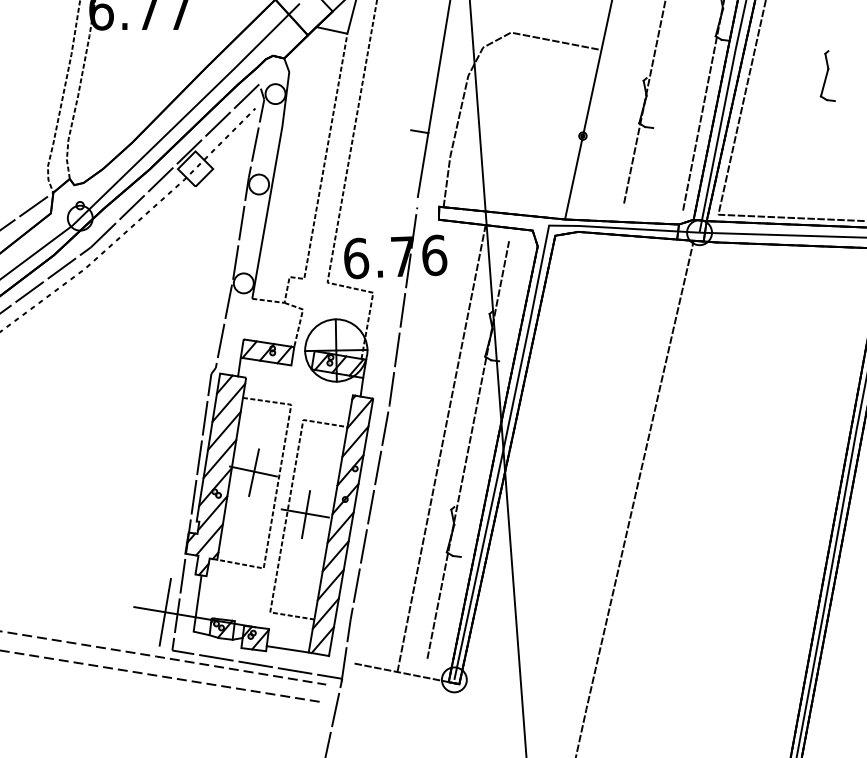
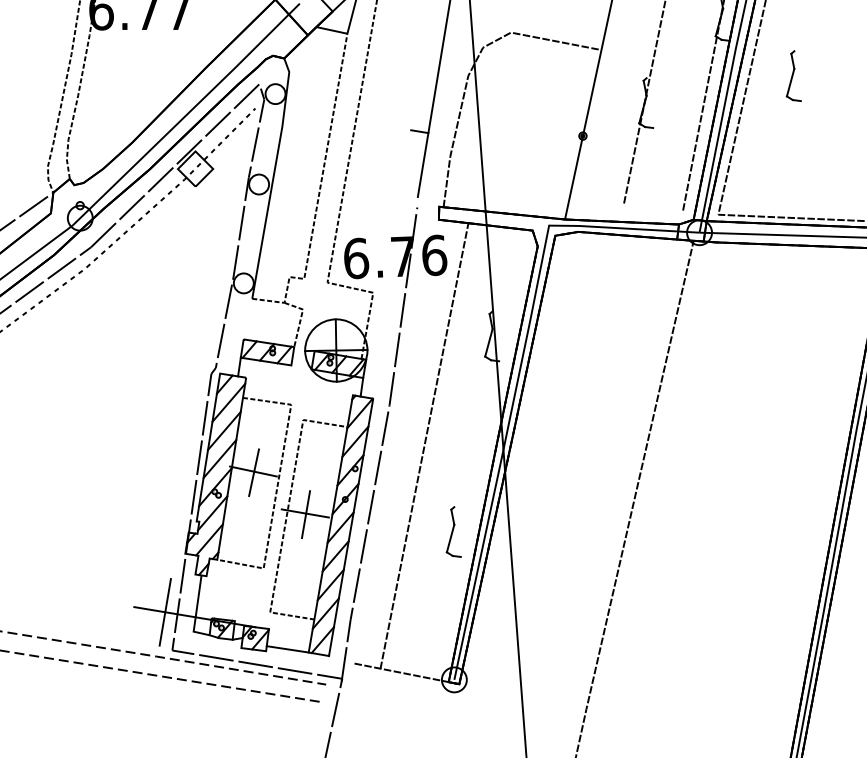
part at (827, 75) position: (827, 75) -> (793, 75)
line at (441, 448) position: (441, 448) -> (424, 445)
line at (468, 449): present -> none
